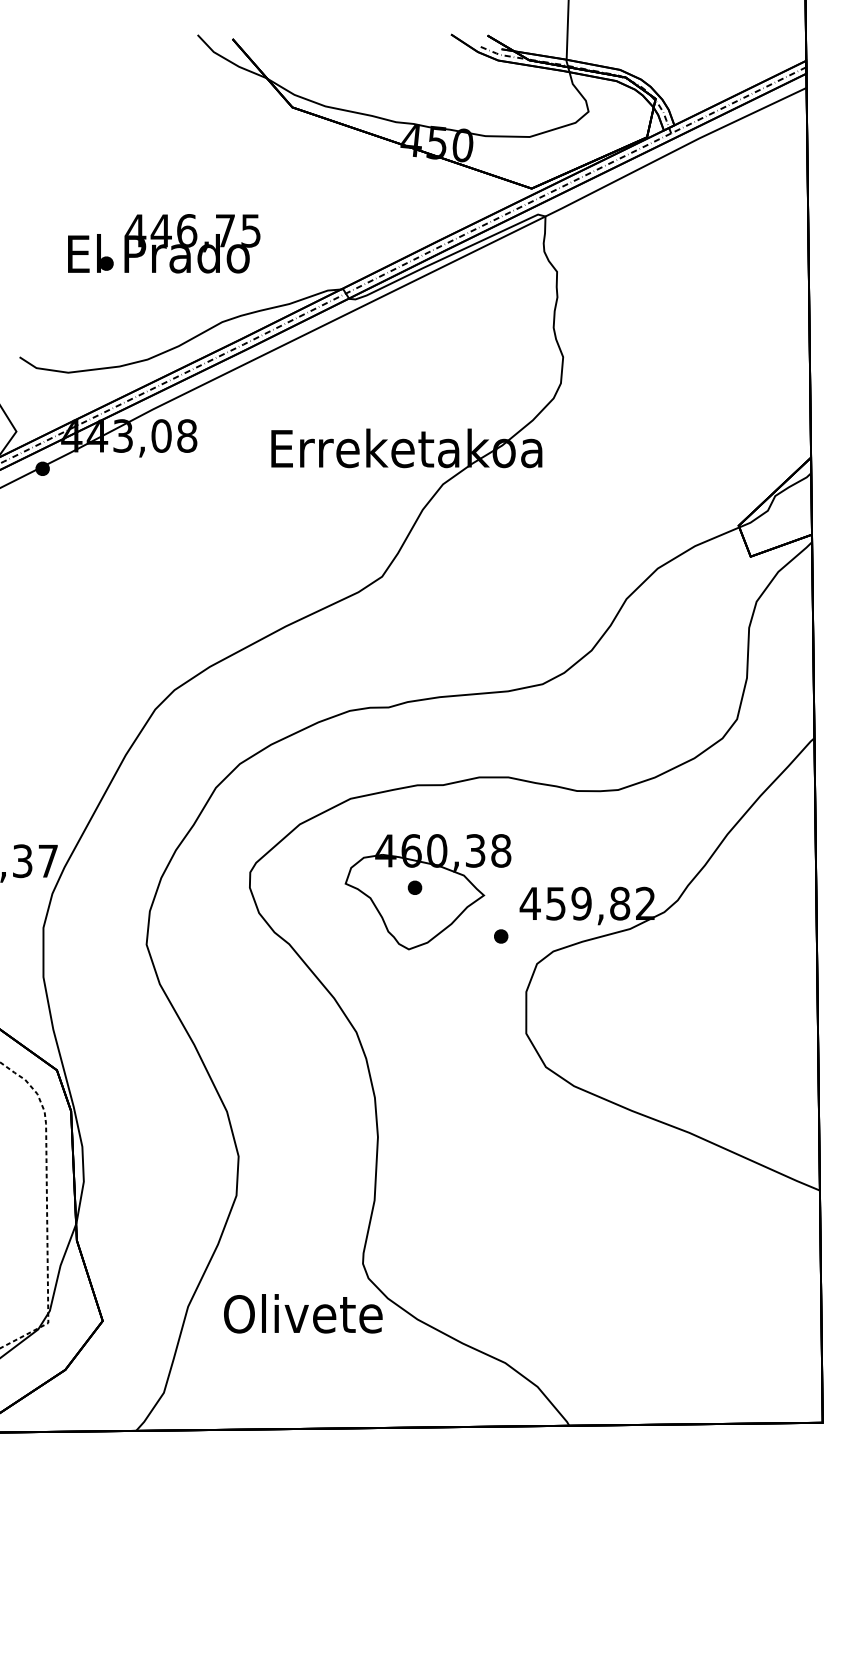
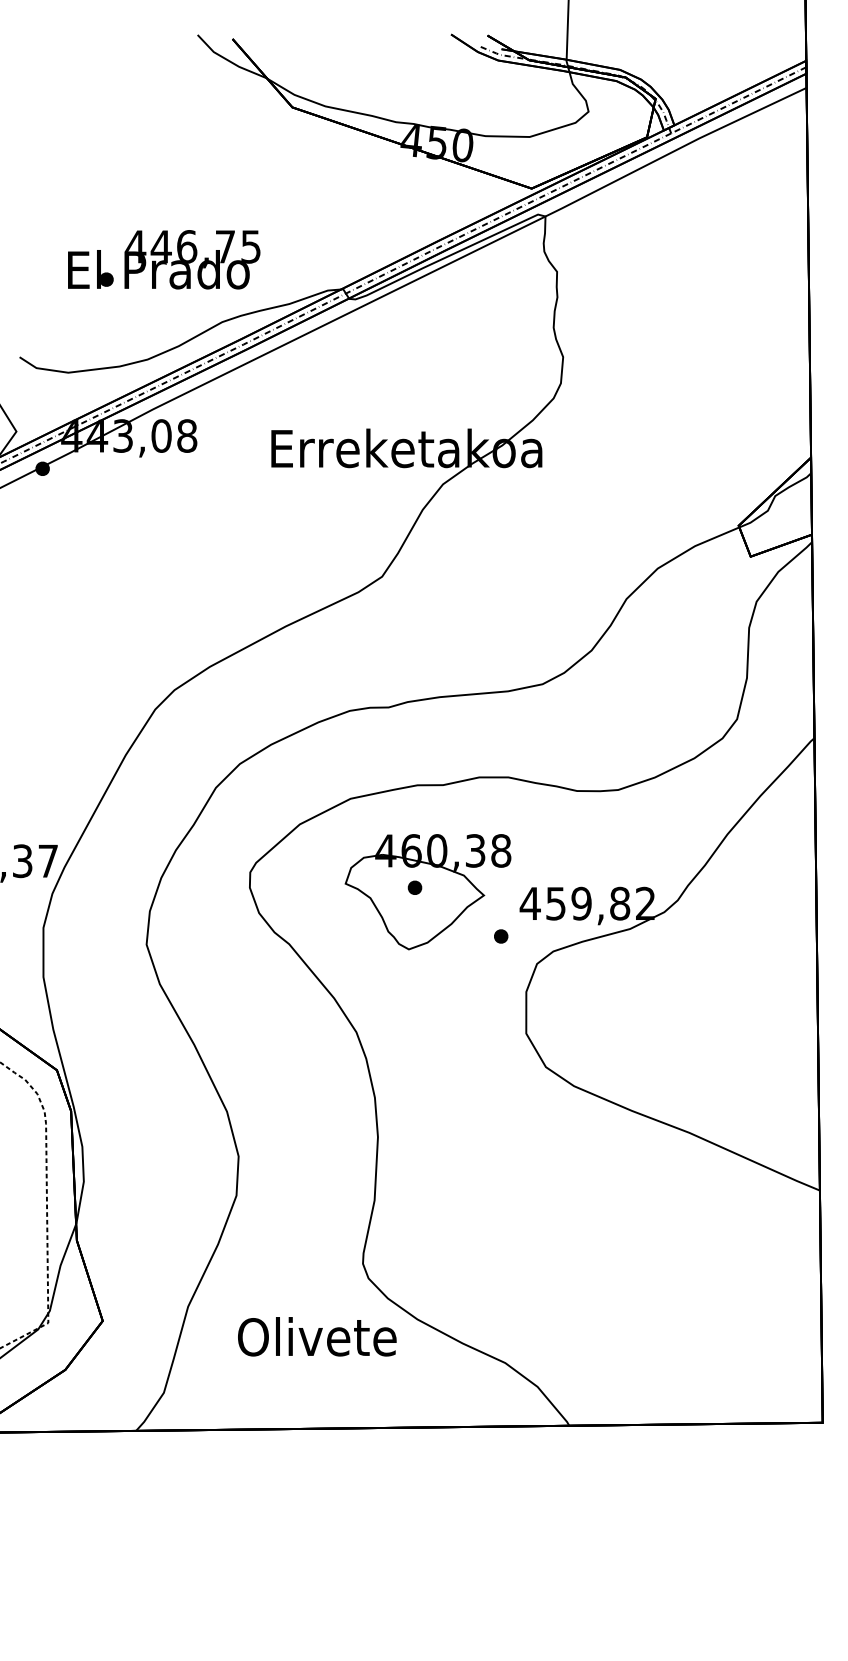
text at (164, 243) position: (164, 243) -> (164, 259)
text at (303, 1313) position: (303, 1313) -> (317, 1336)
